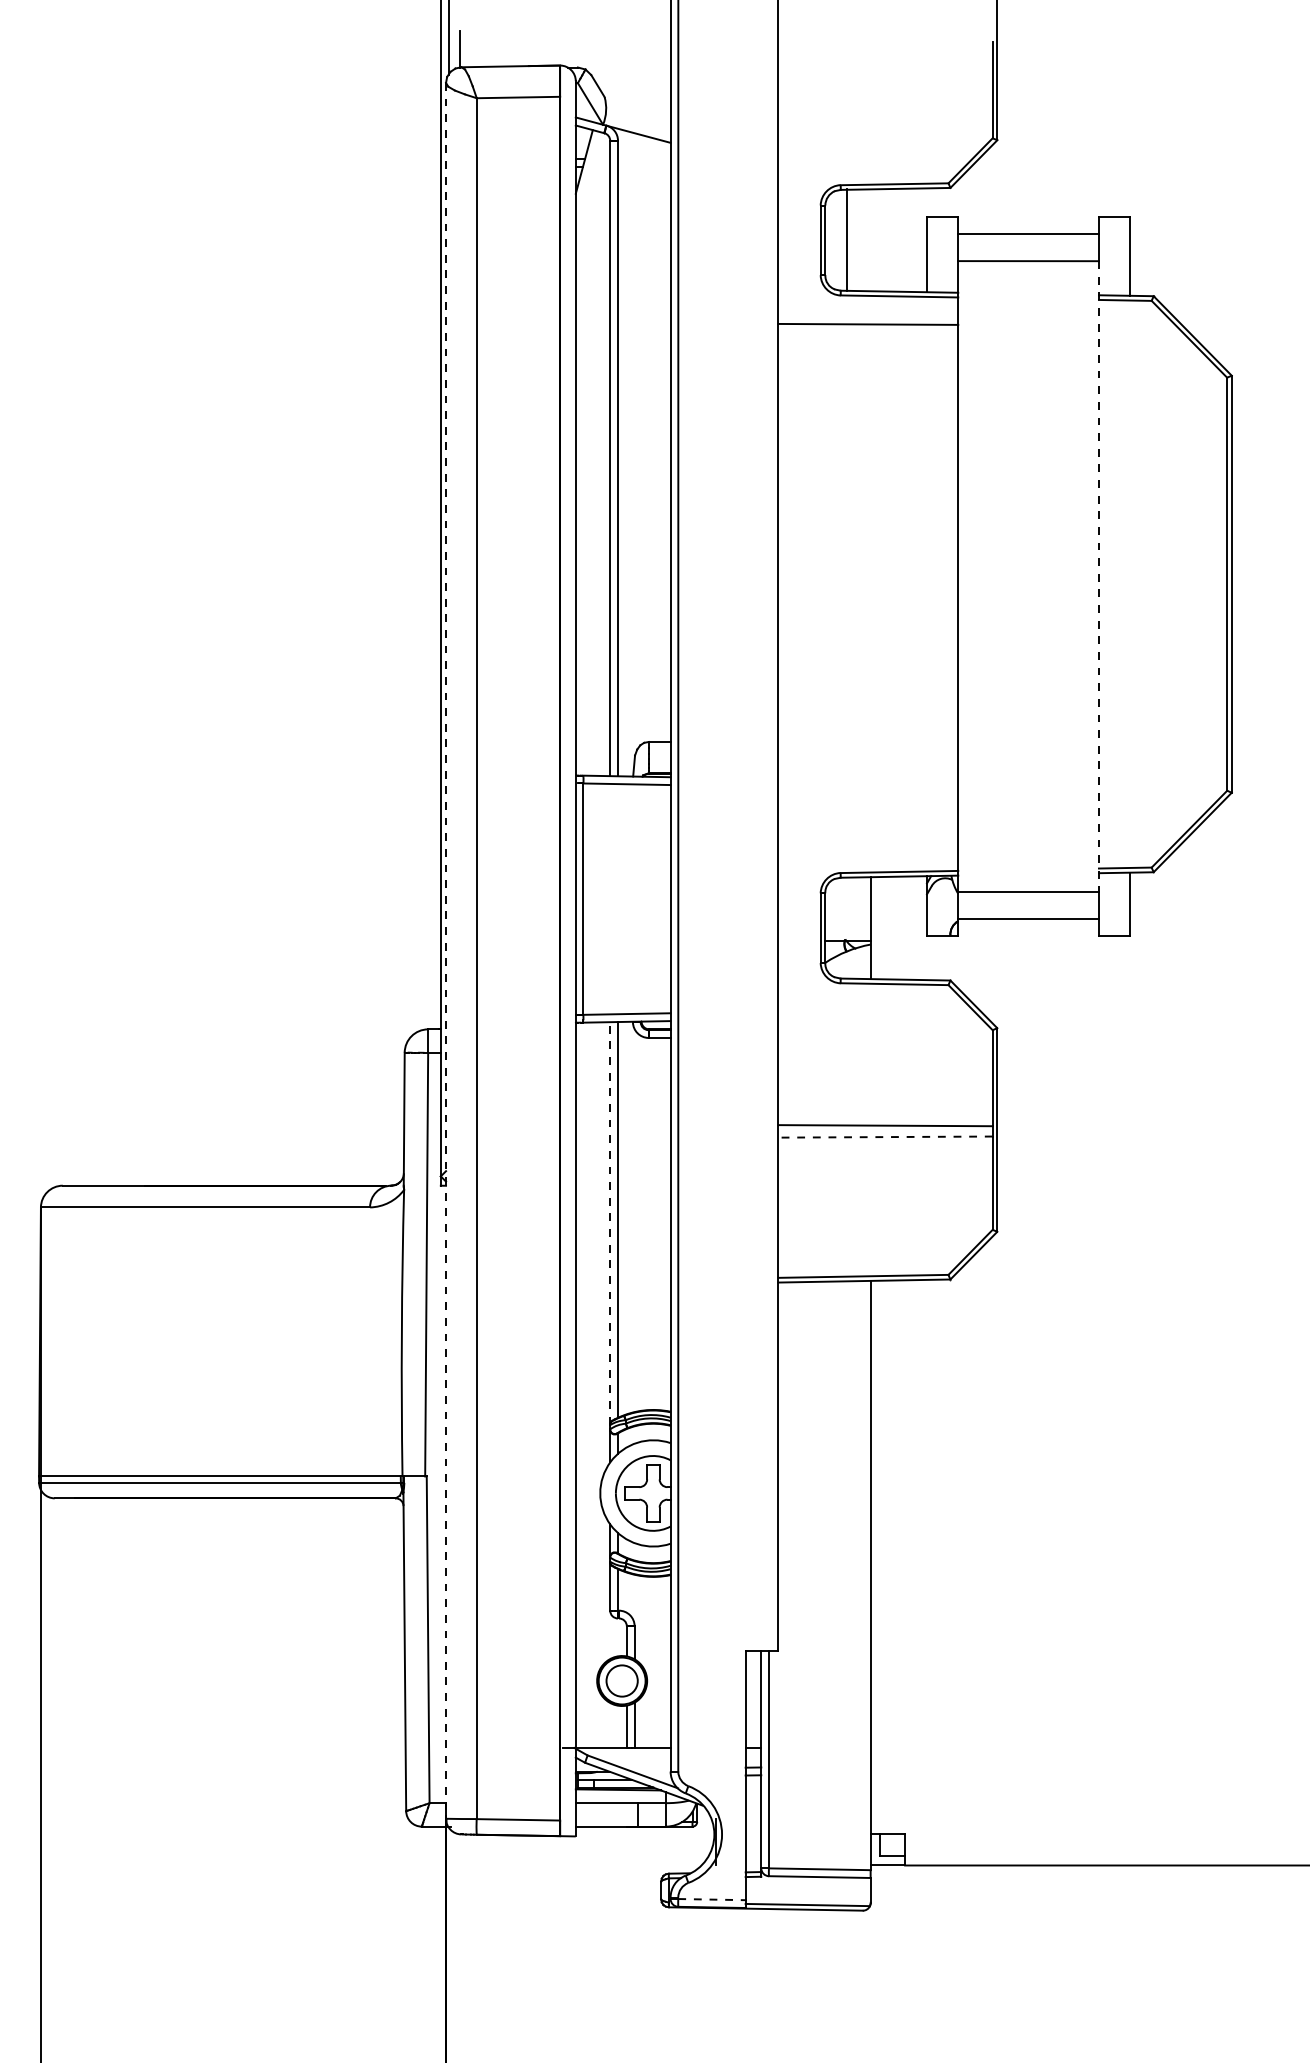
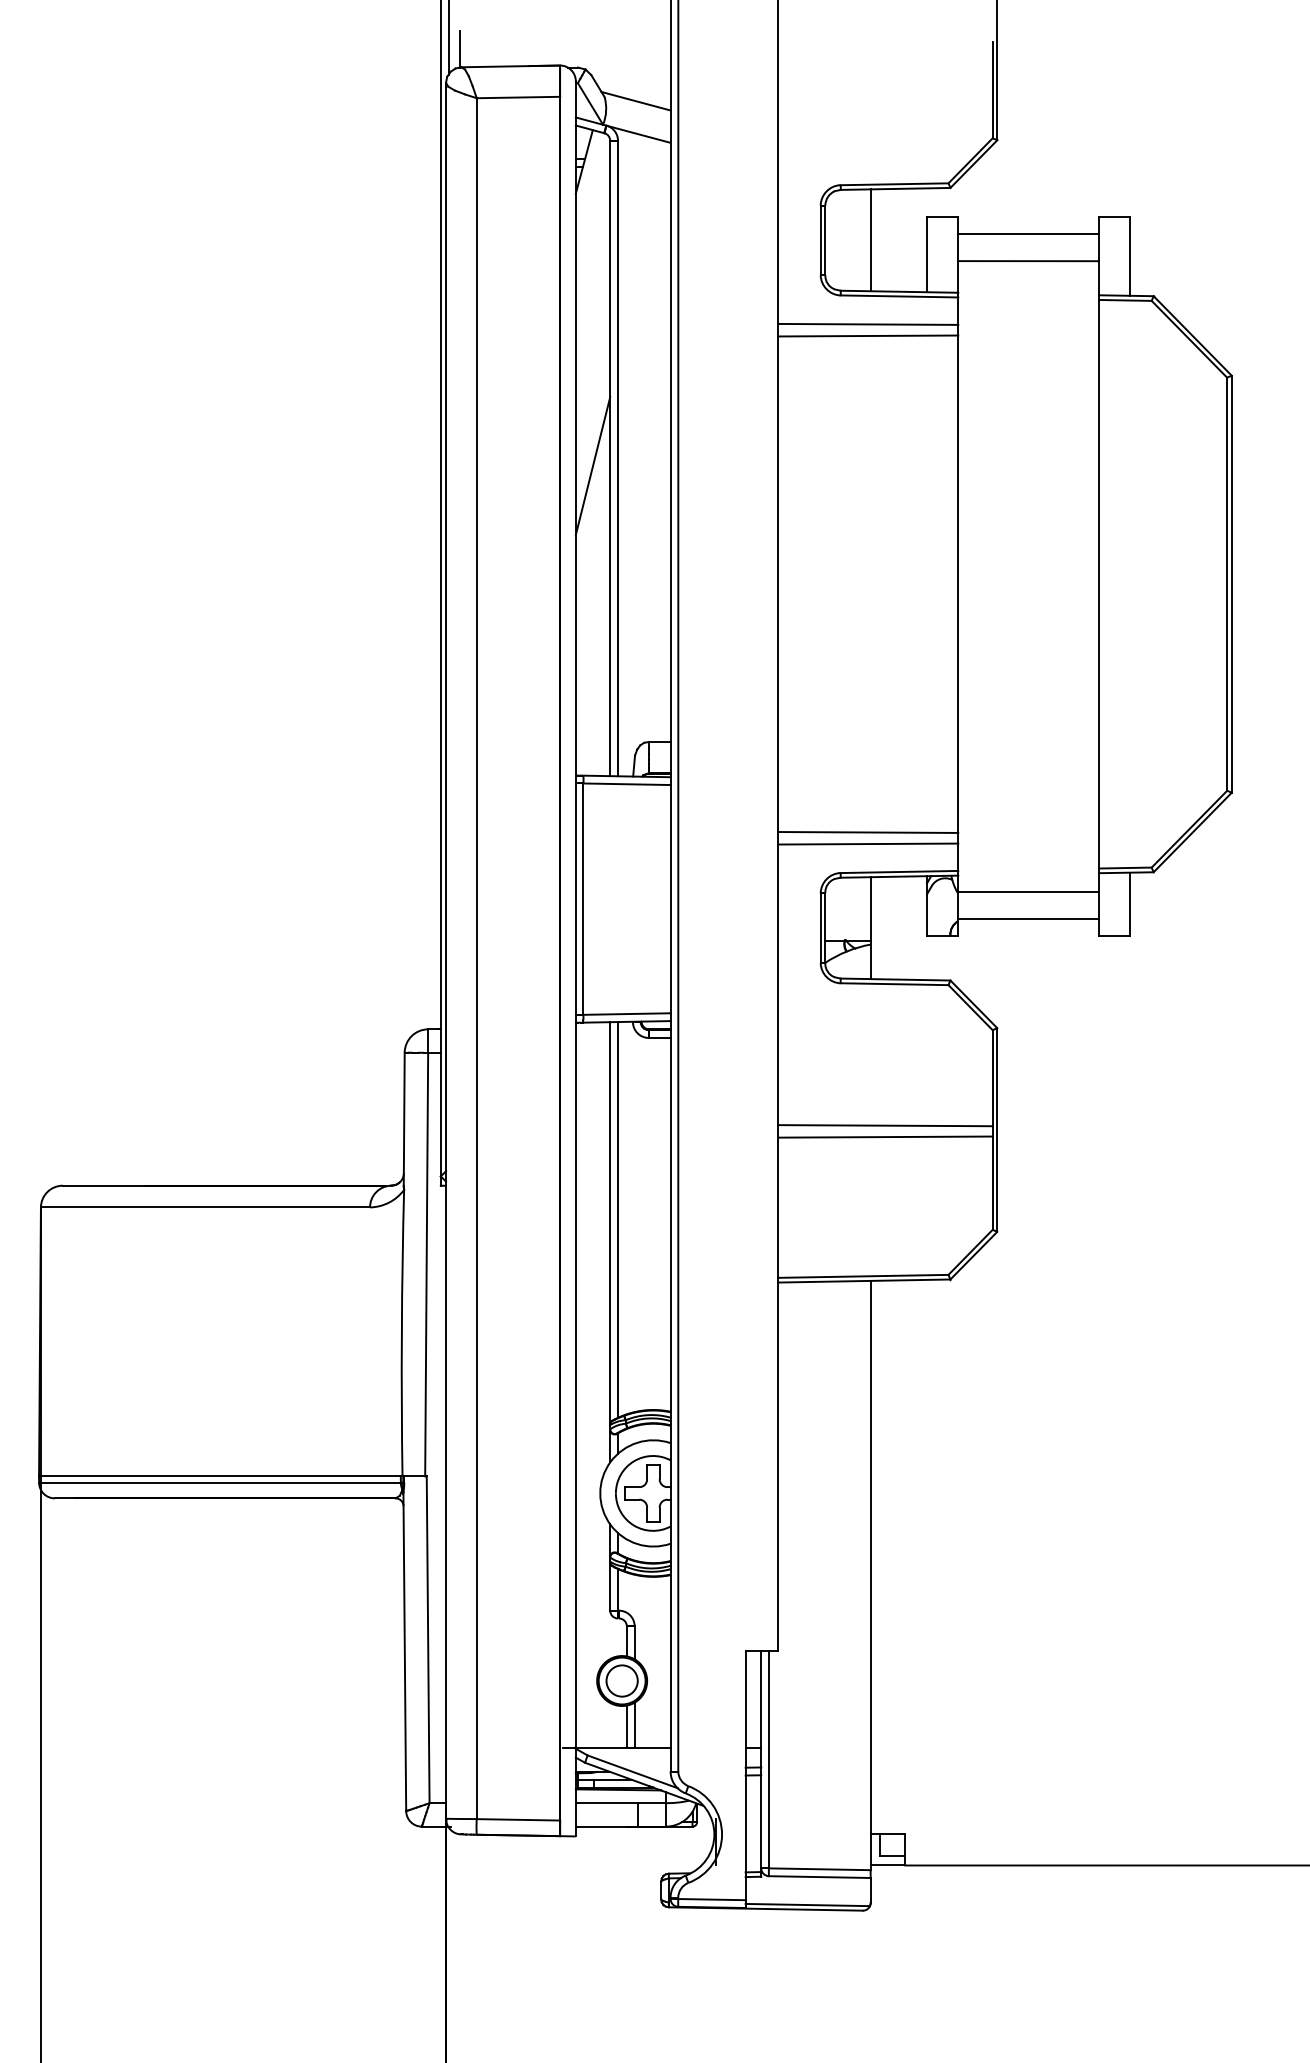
line at (635, 100): none -> present
line at (846, 240) position: (846, 240) -> (870, 240)
line at (868, 335): none -> present
line at (592, 466): none -> present
line at (1098, 576): dashed -> solid
line at (868, 832): none -> present
line at (868, 843): none -> present
line at (446, 950): dashed -> solid
line at (885, 1137): dashed -> solid
line at (610, 1222): dashed -> solid
line at (711, 1899): dashed -> solid
